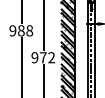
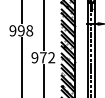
text at (20, 30): 988 -> 998
